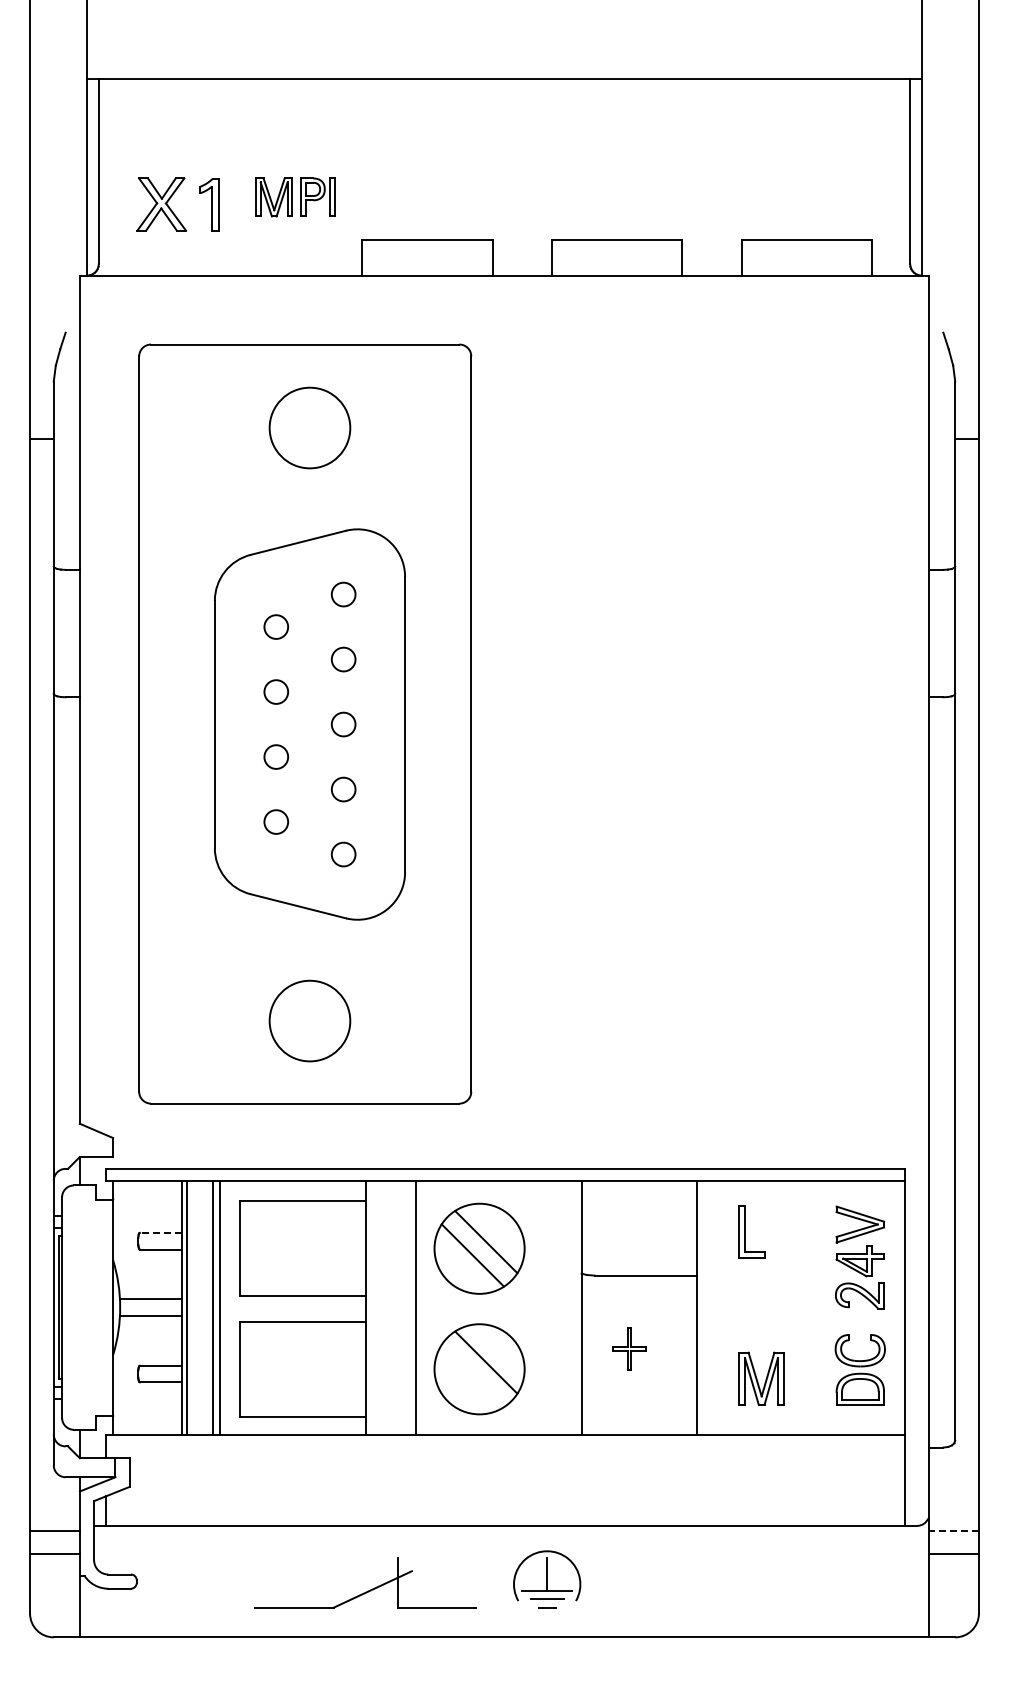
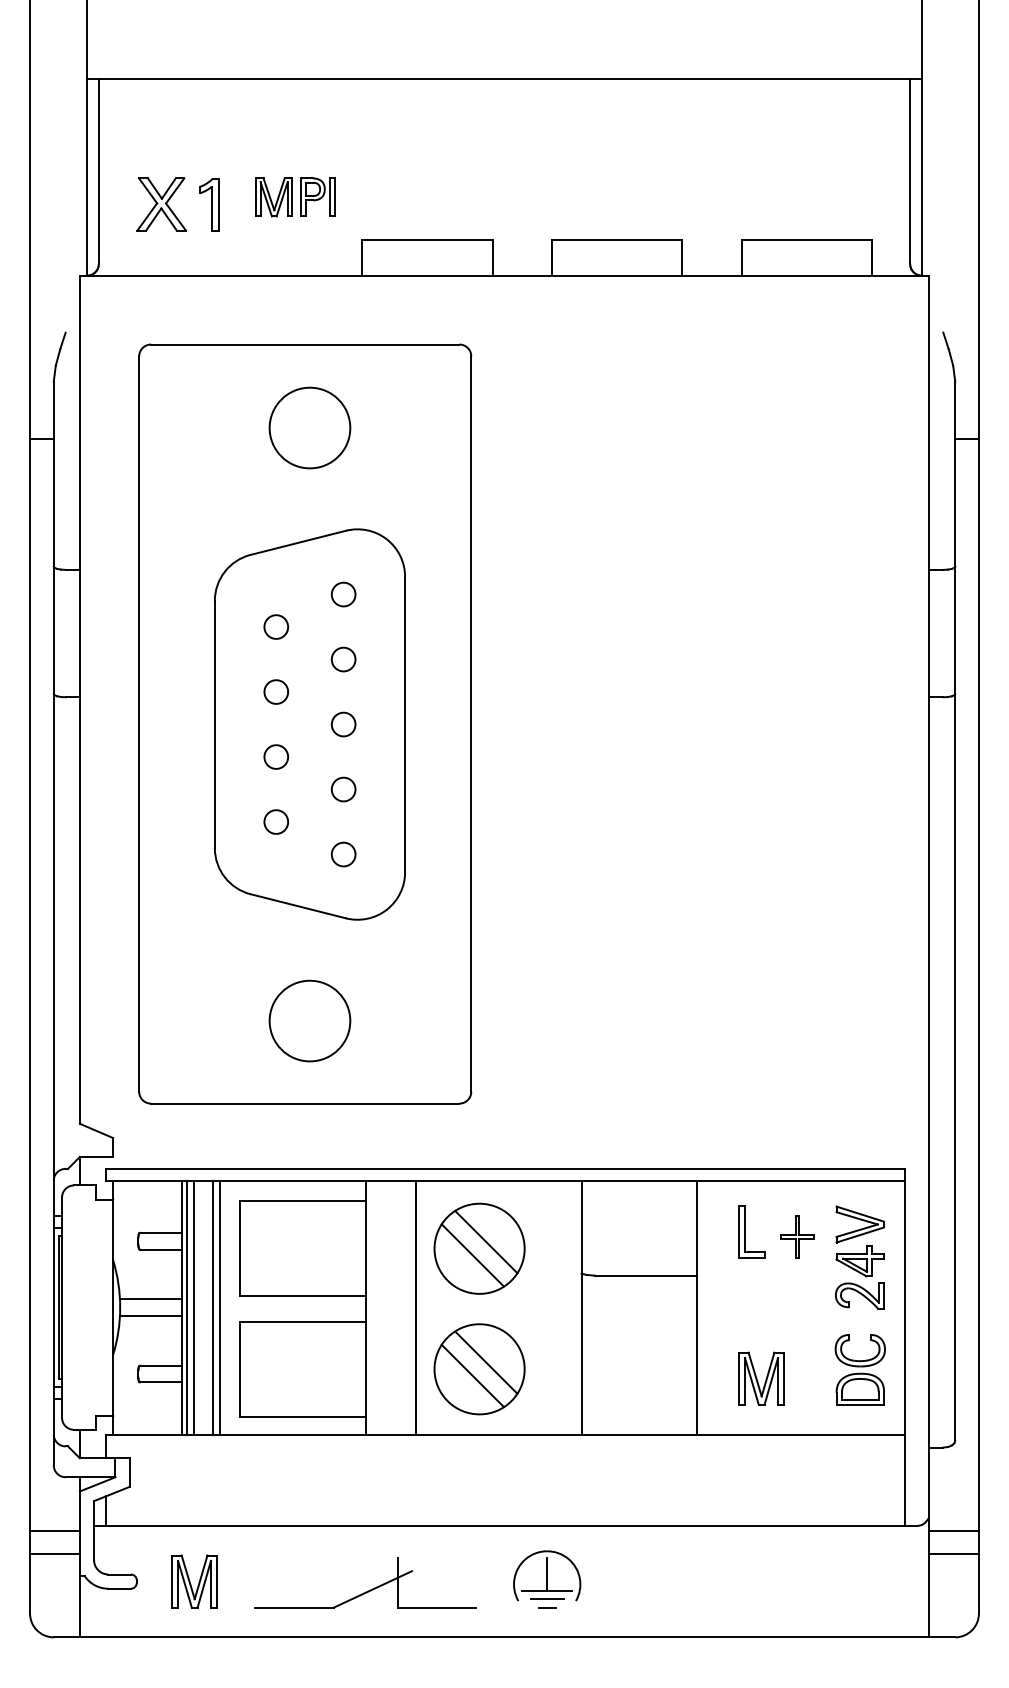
line at (160, 1232): dashed -> solid
line at (193, 1307): none -> present
part at (629, 1348) position: (629, 1348) -> (797, 1236)
line at (472, 1375): none -> present
line at (954, 1530): dashed -> solid
part at (194, 1581): none -> present
